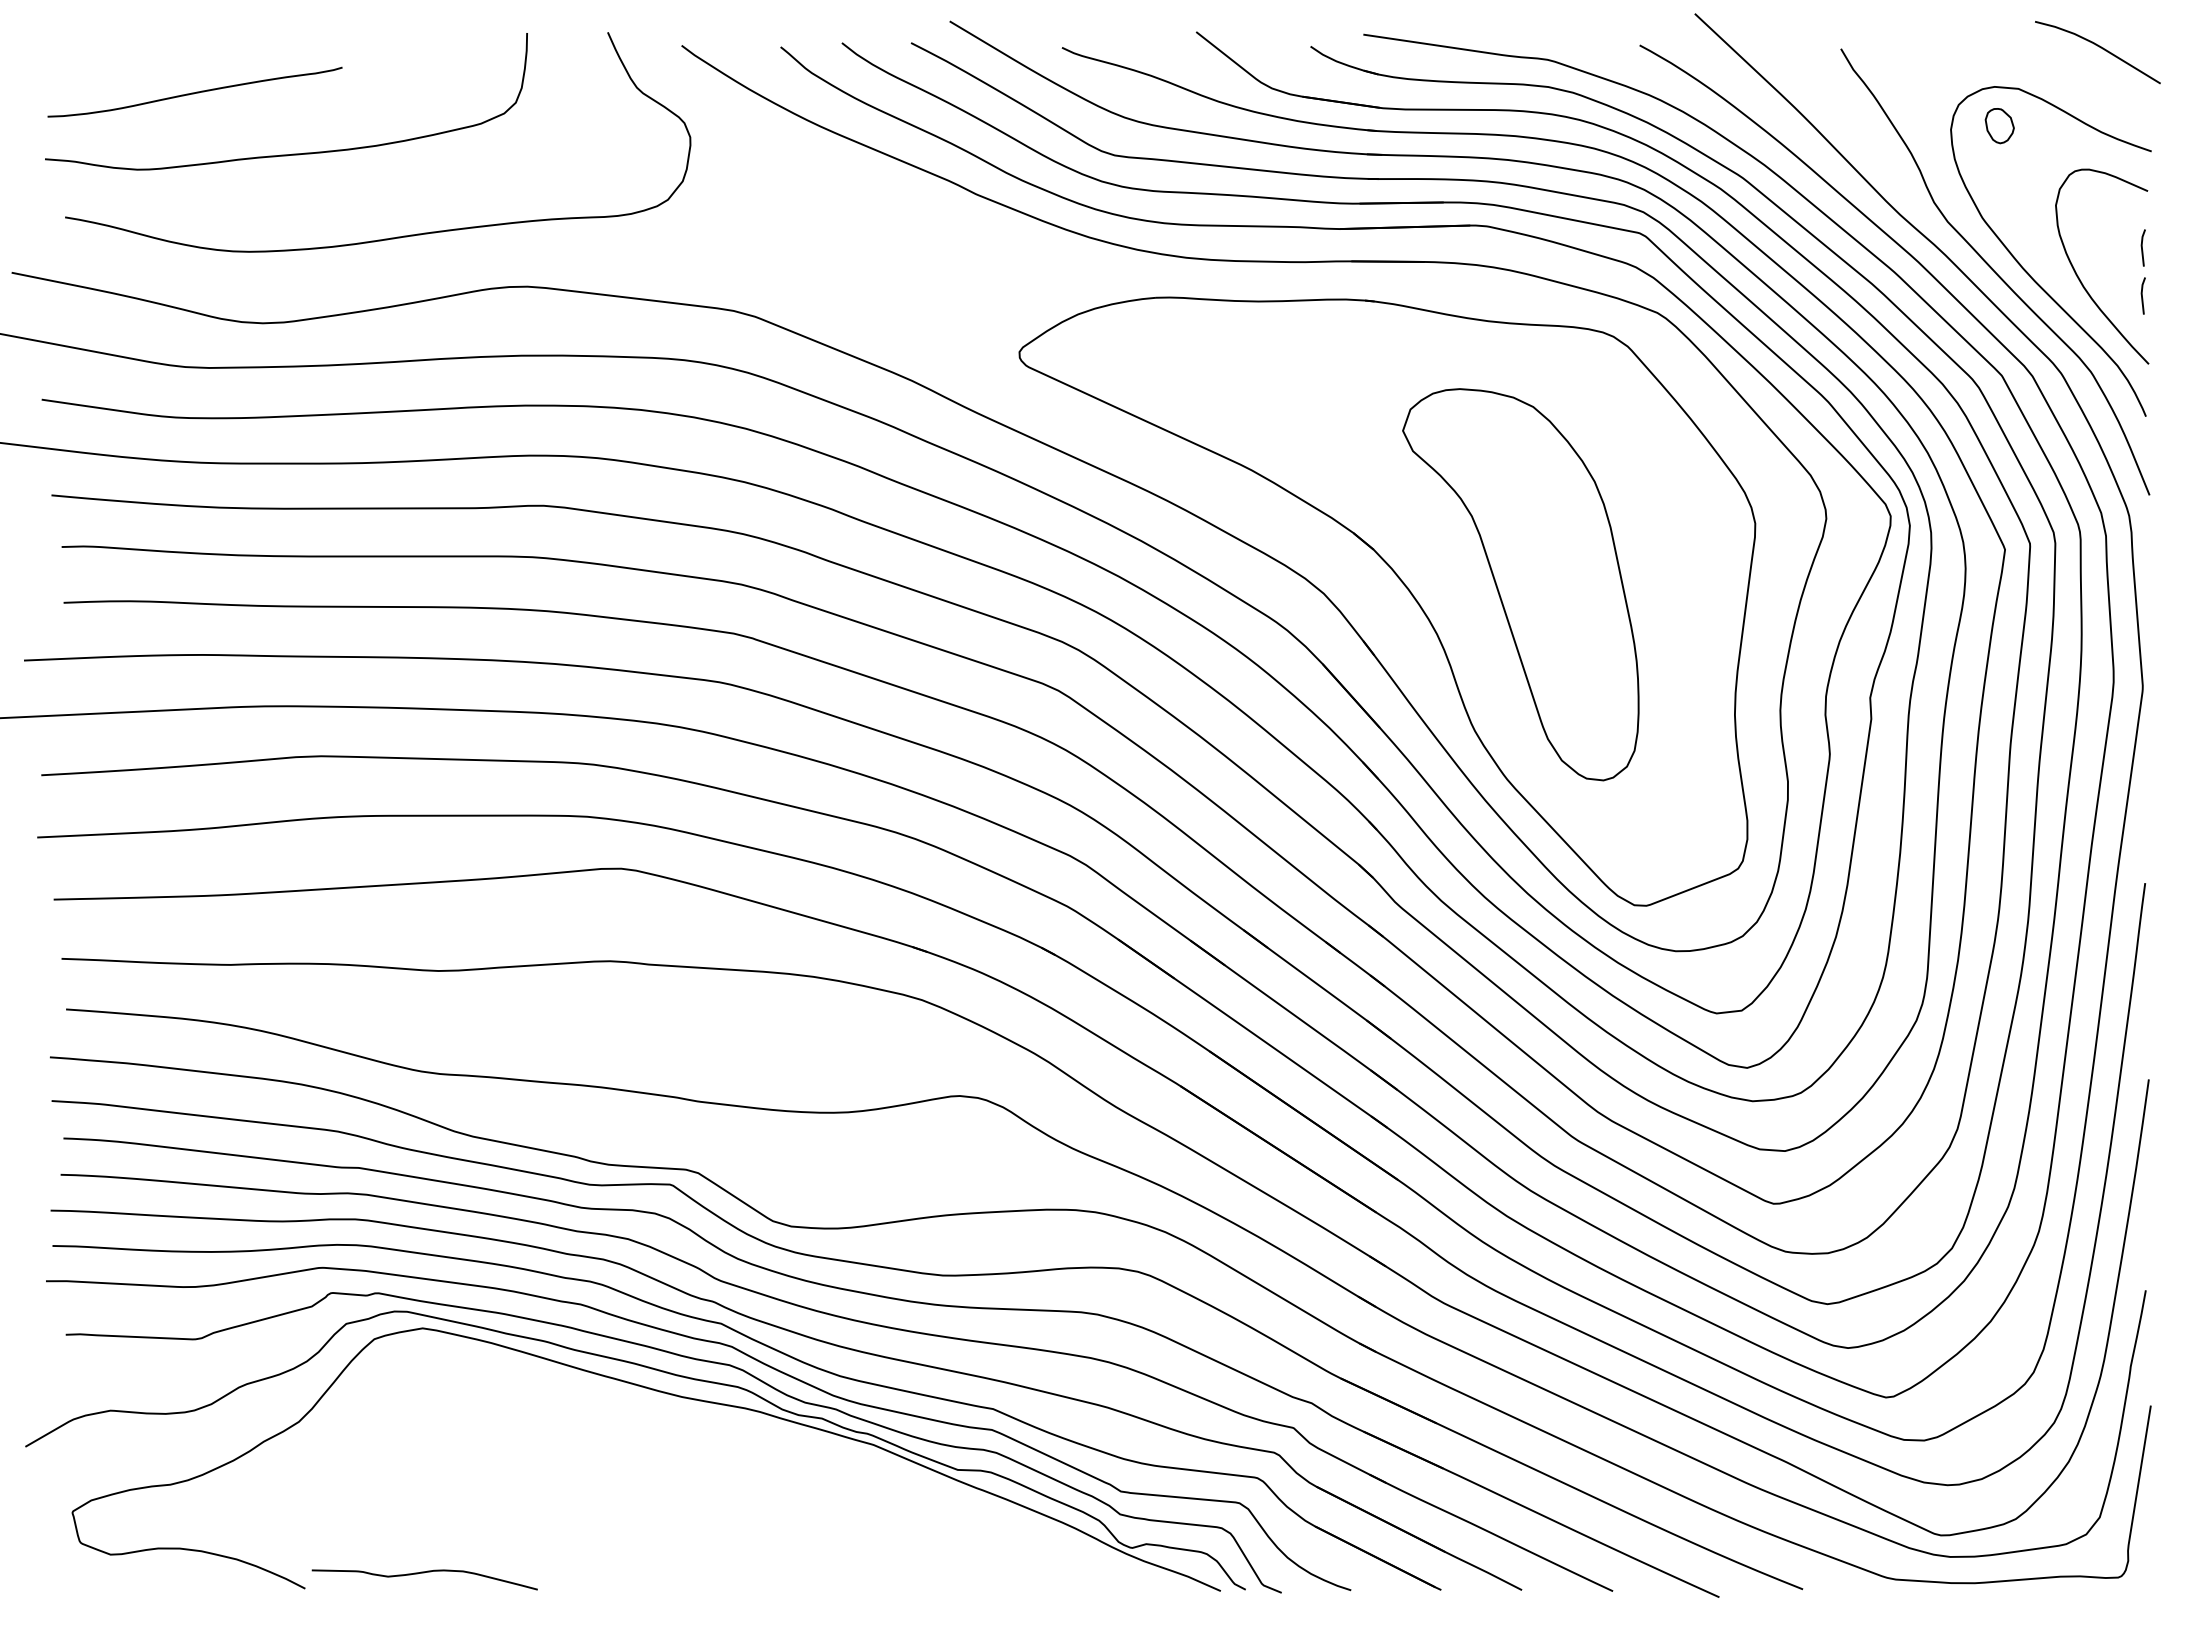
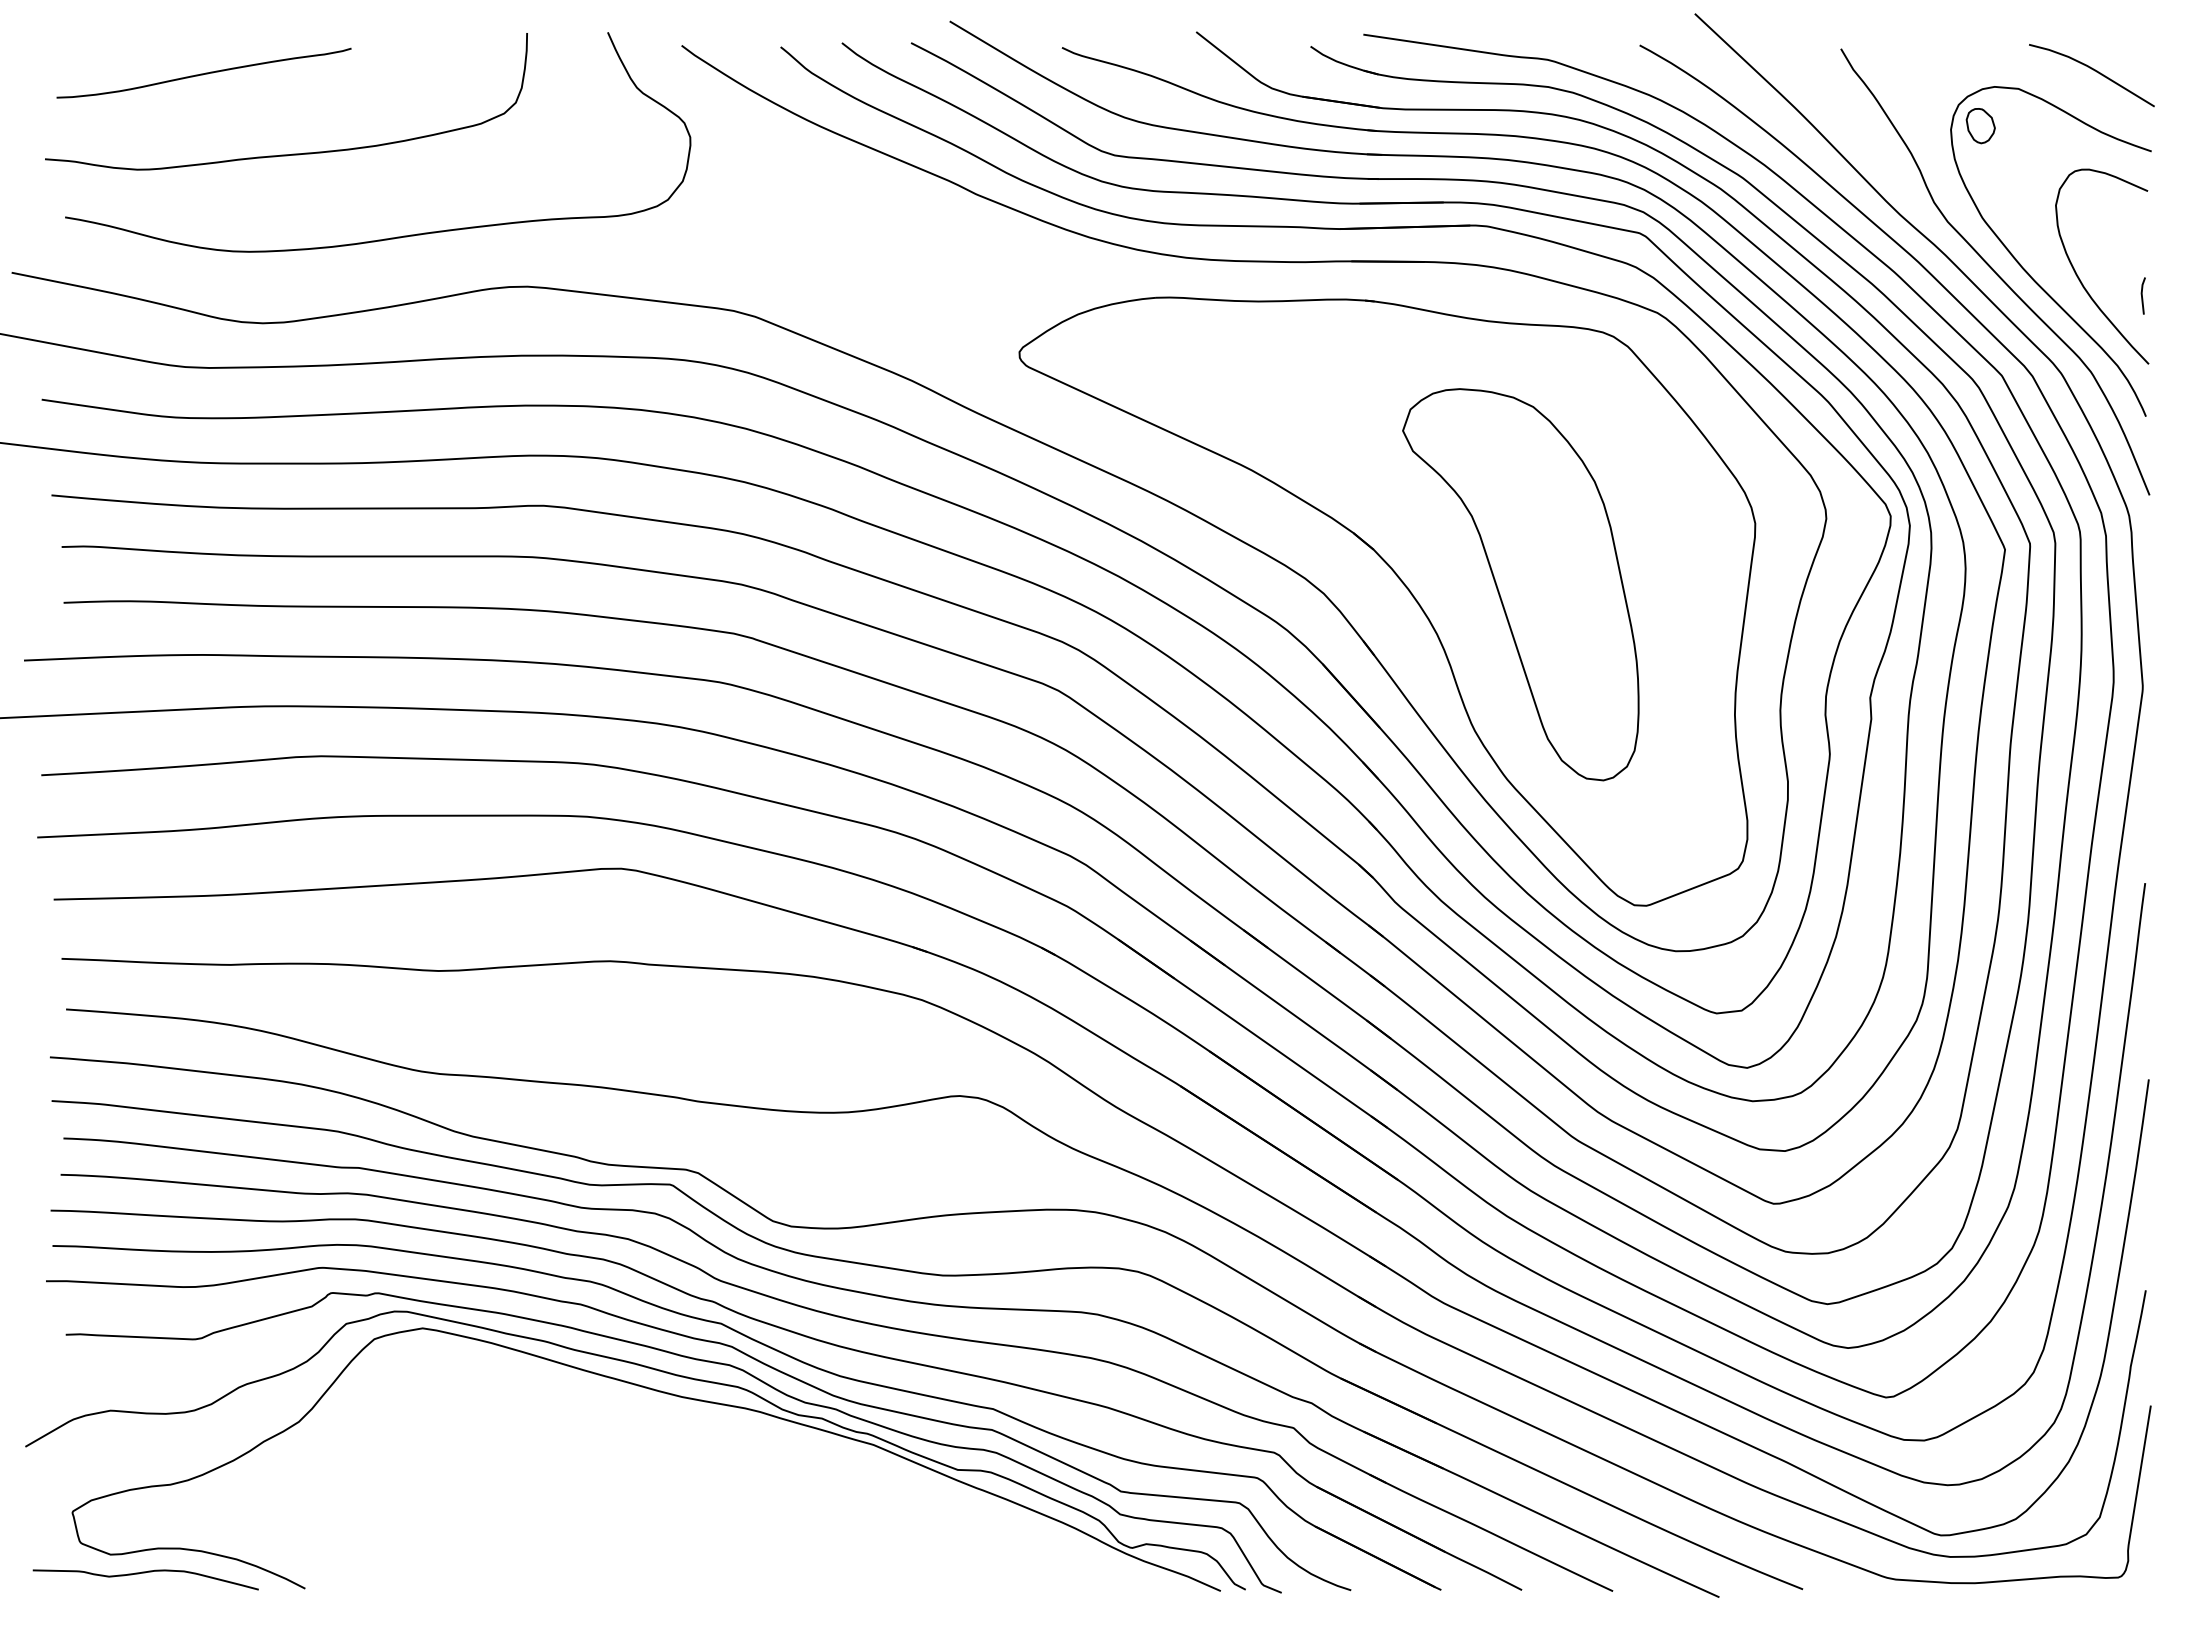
curve at (2100, 48) position: (2100, 48) -> (2094, 71)
curve at (194, 92) position: (194, 92) -> (203, 73)
part at (1999, 126) position: (1999, 126) -> (1980, 126)
line at (2142, 247): present -> none
curve at (424, 1573) position: (424, 1573) -> (145, 1573)
